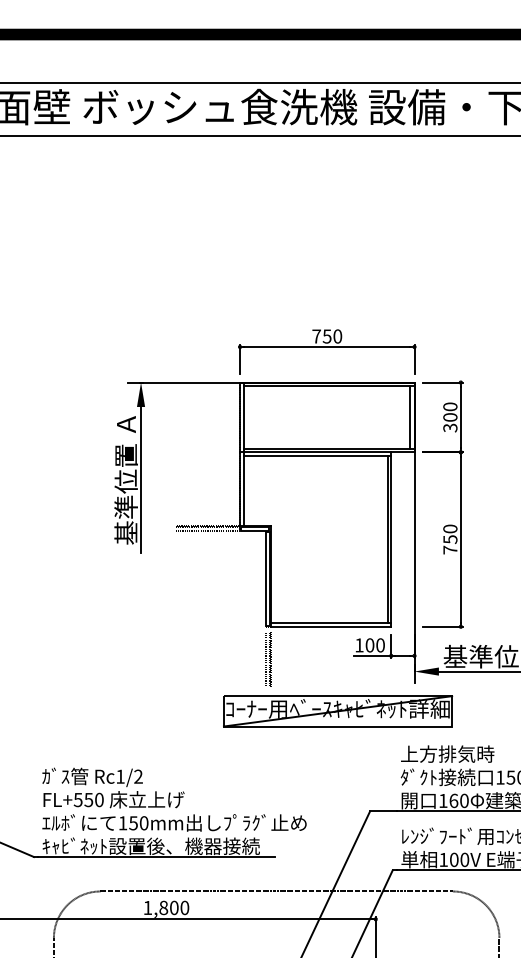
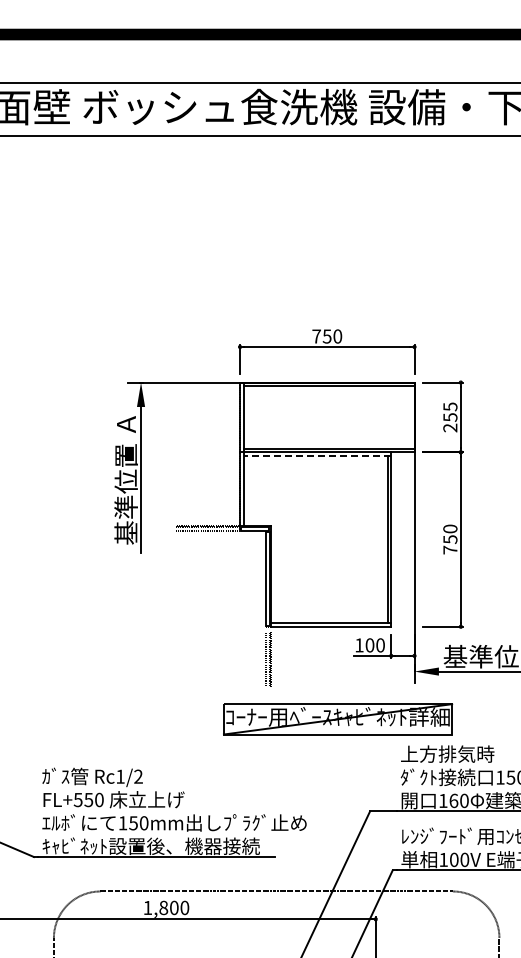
line at (410, 417): present -> none
text at (450, 417): 300 -> 255
line at (317, 456): solid -> dashed
part at (338, 711) position: (338, 711) -> (338, 719)
